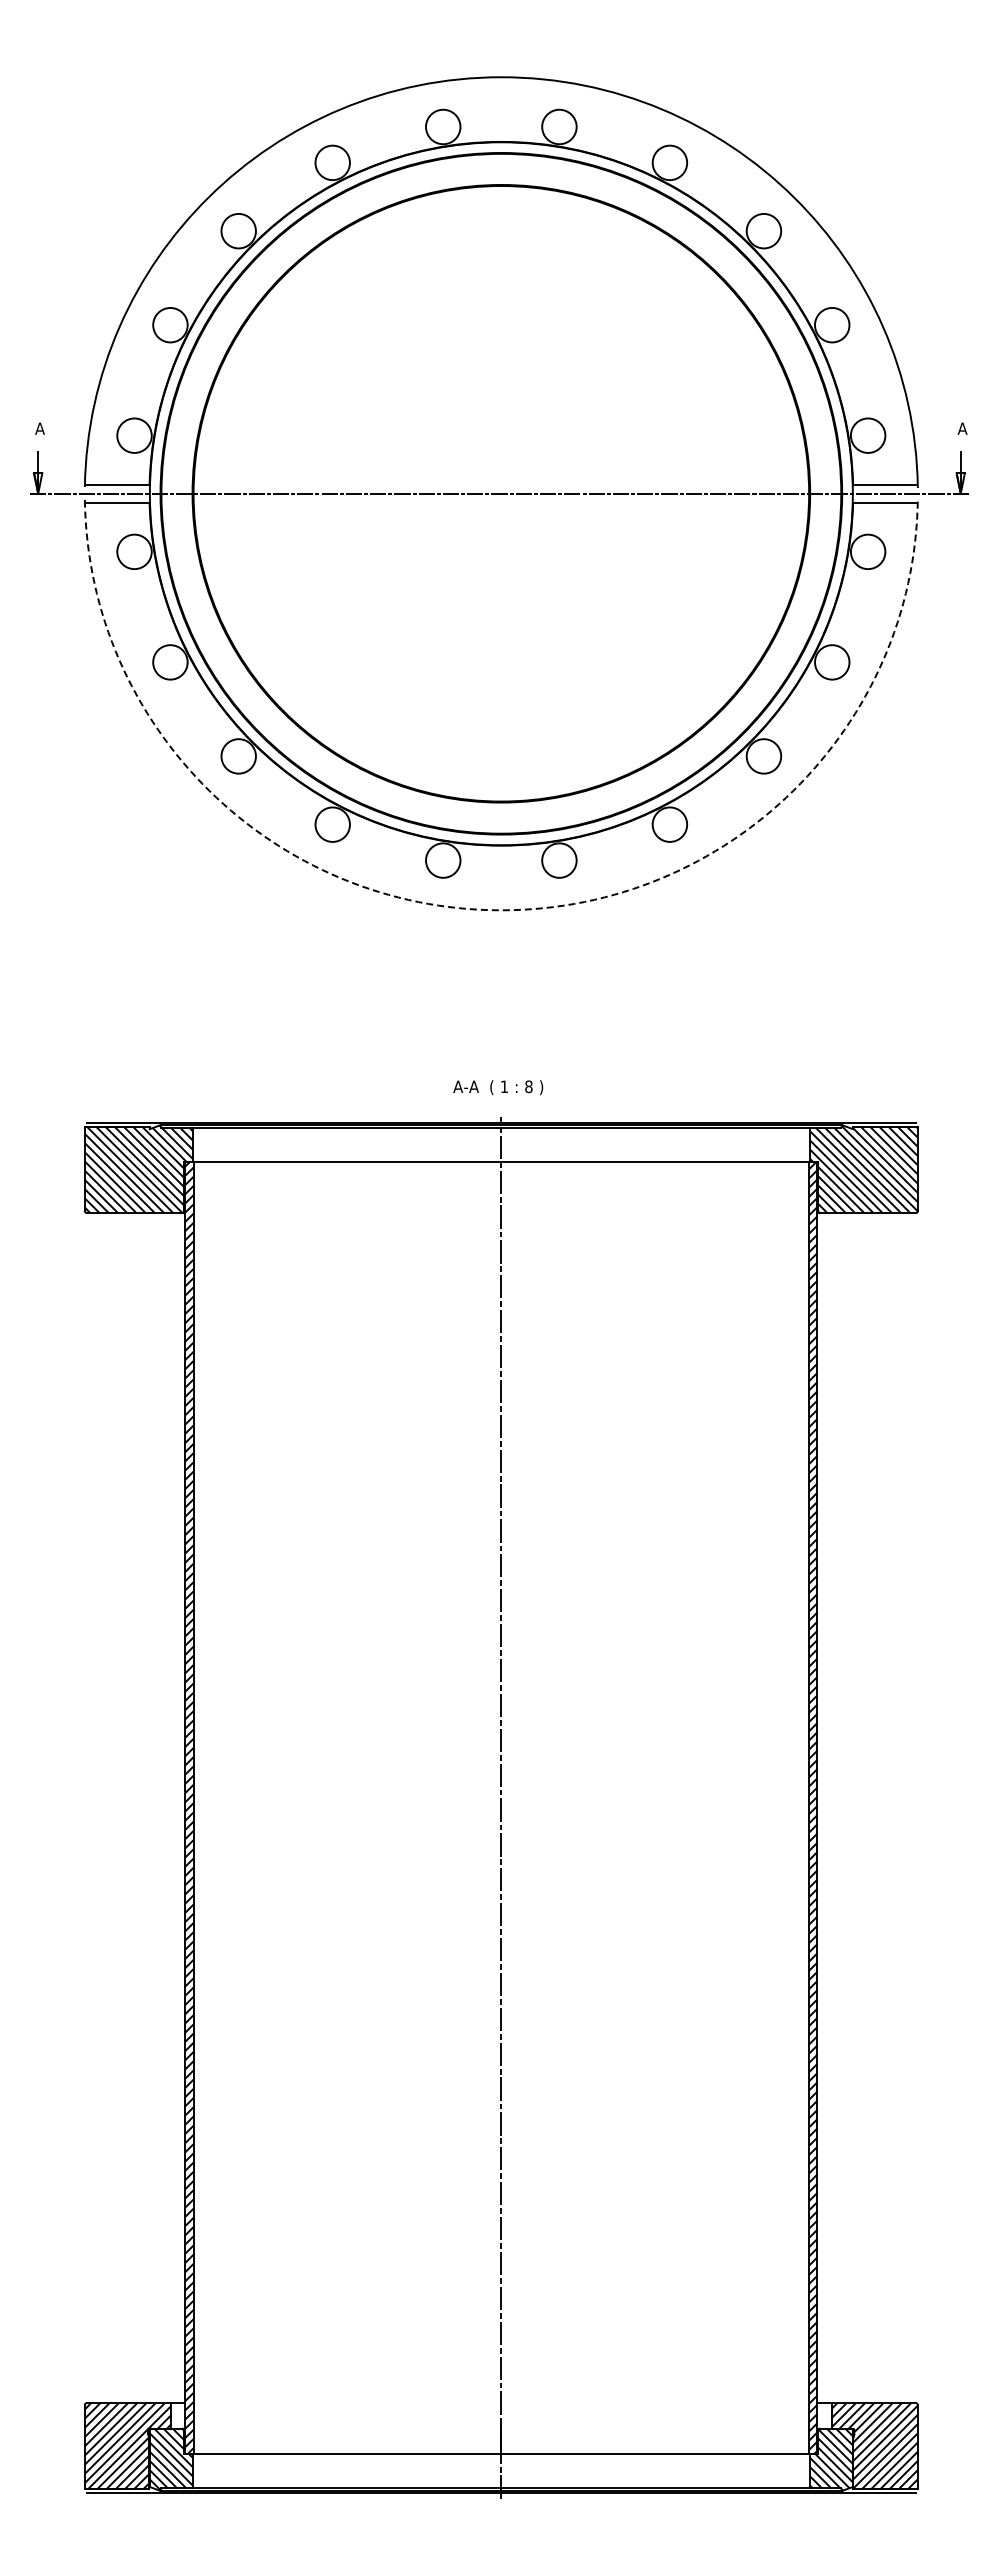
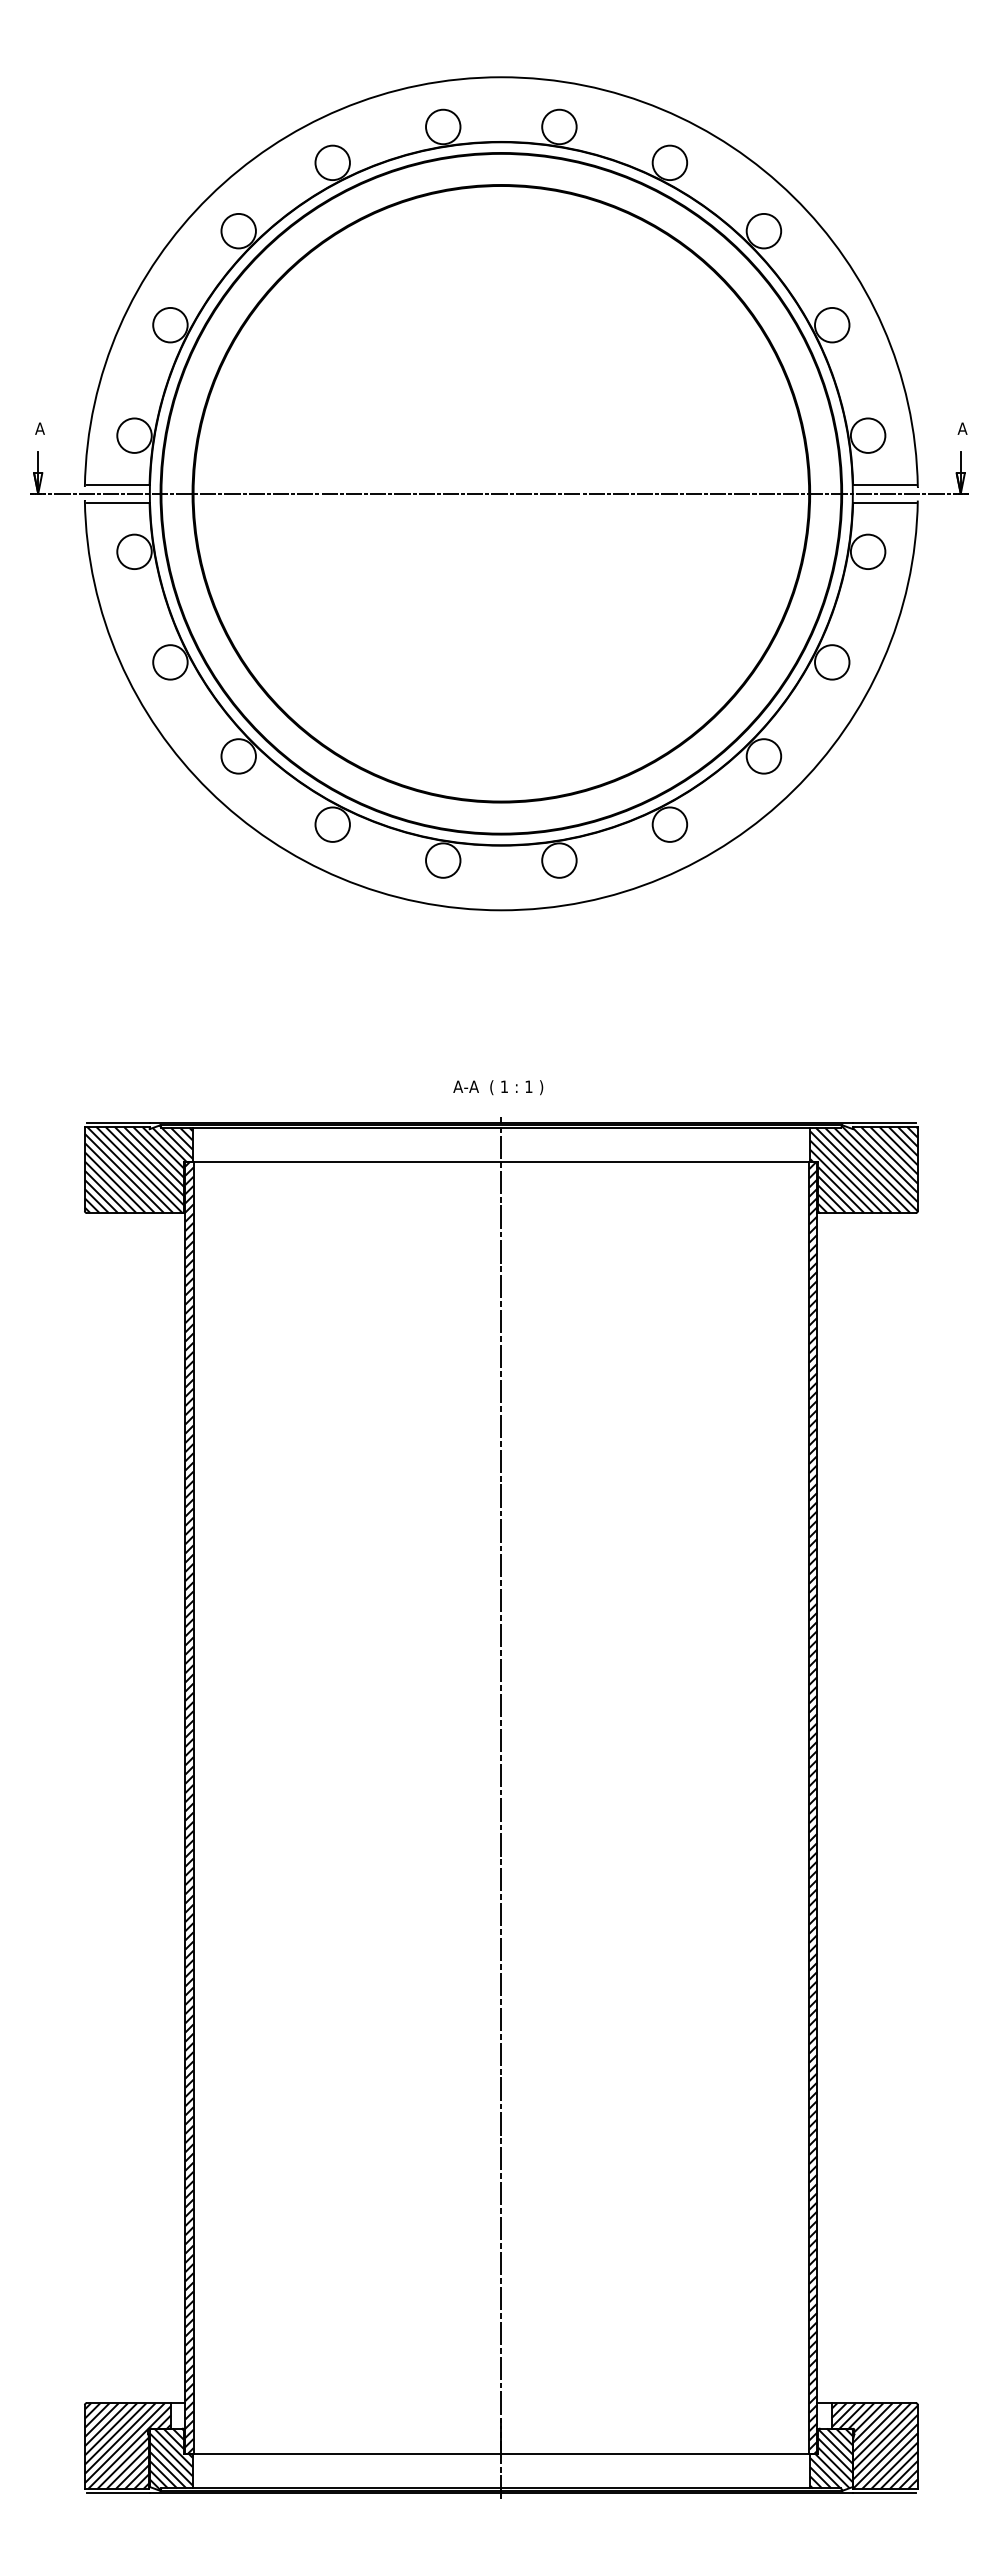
arc at (501, 910): dashed -> solid
text at (528, 1086): 8 -> 1
